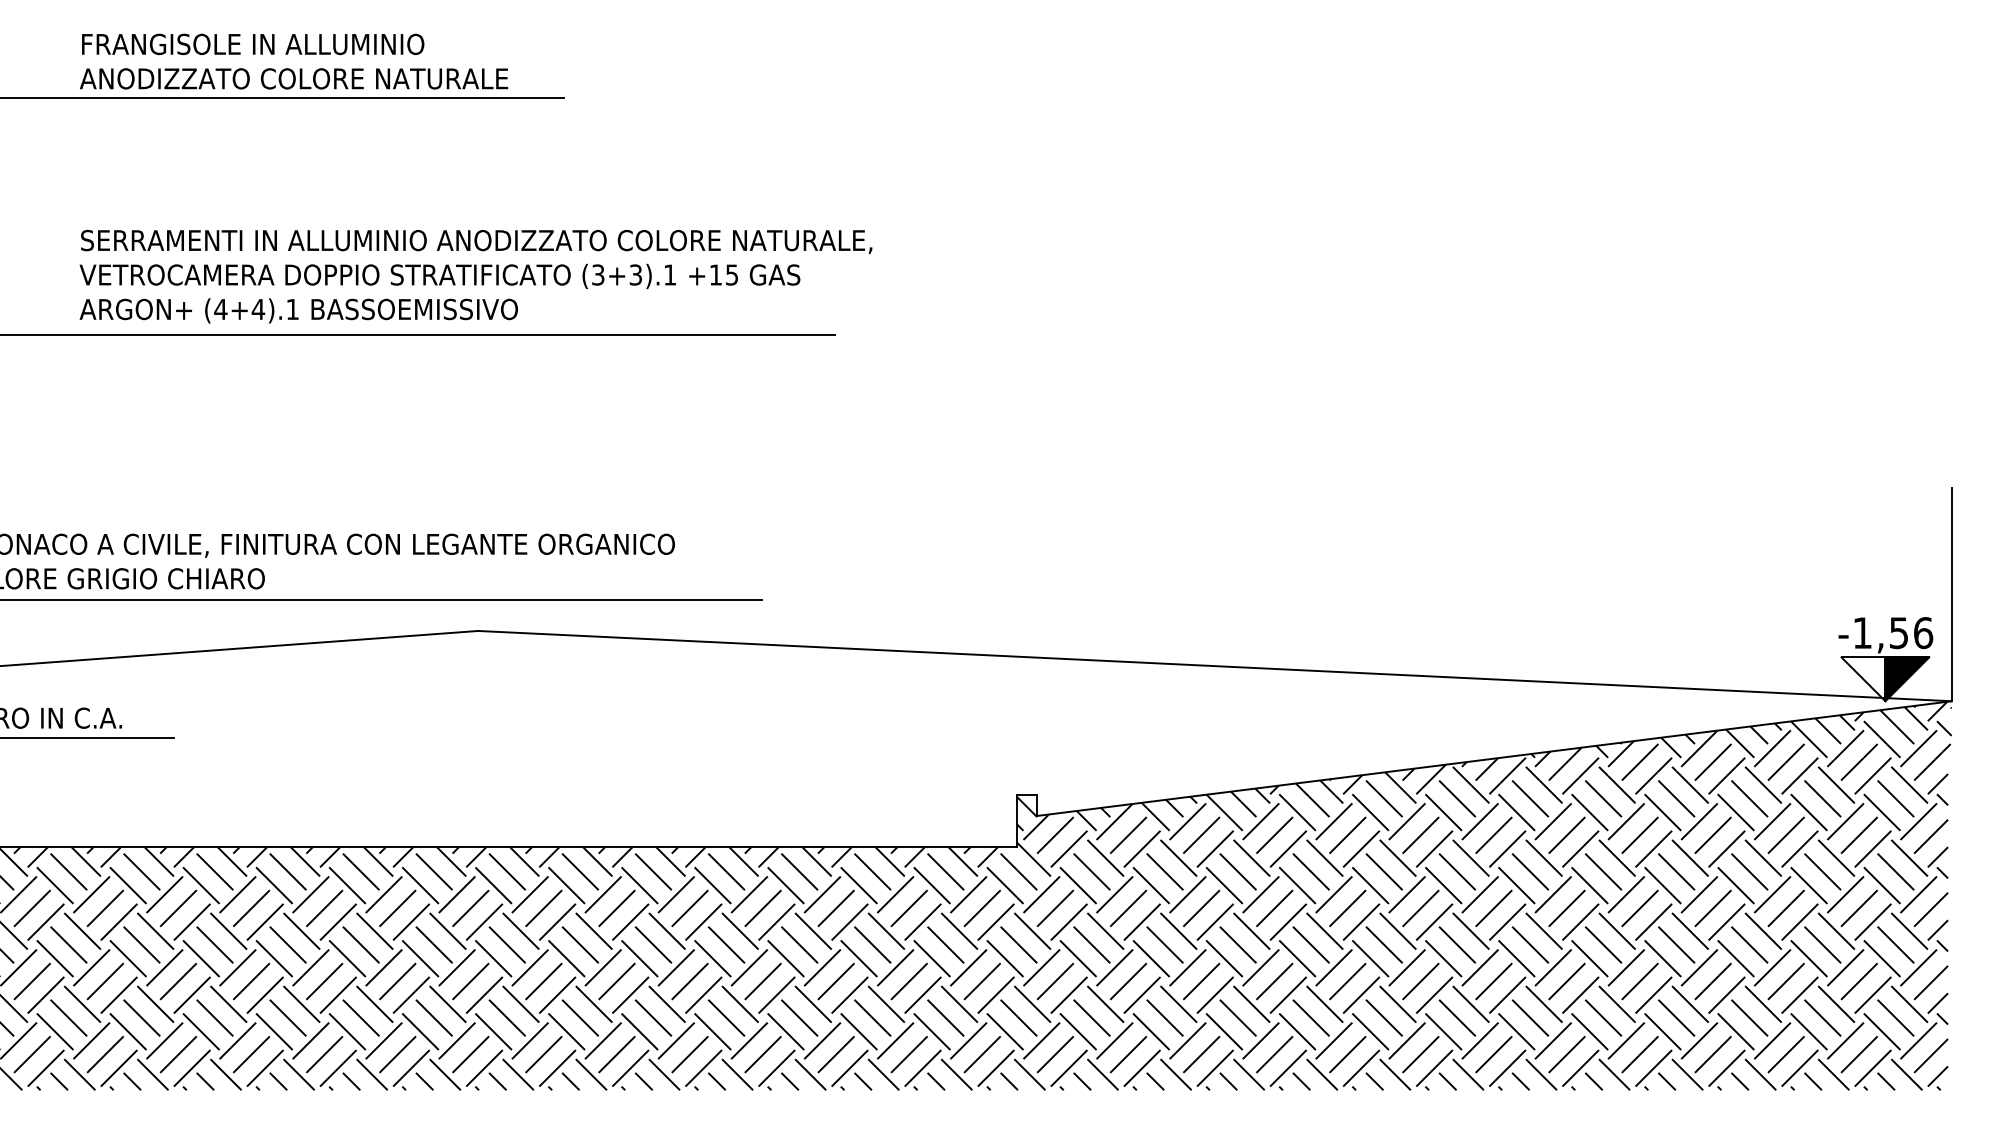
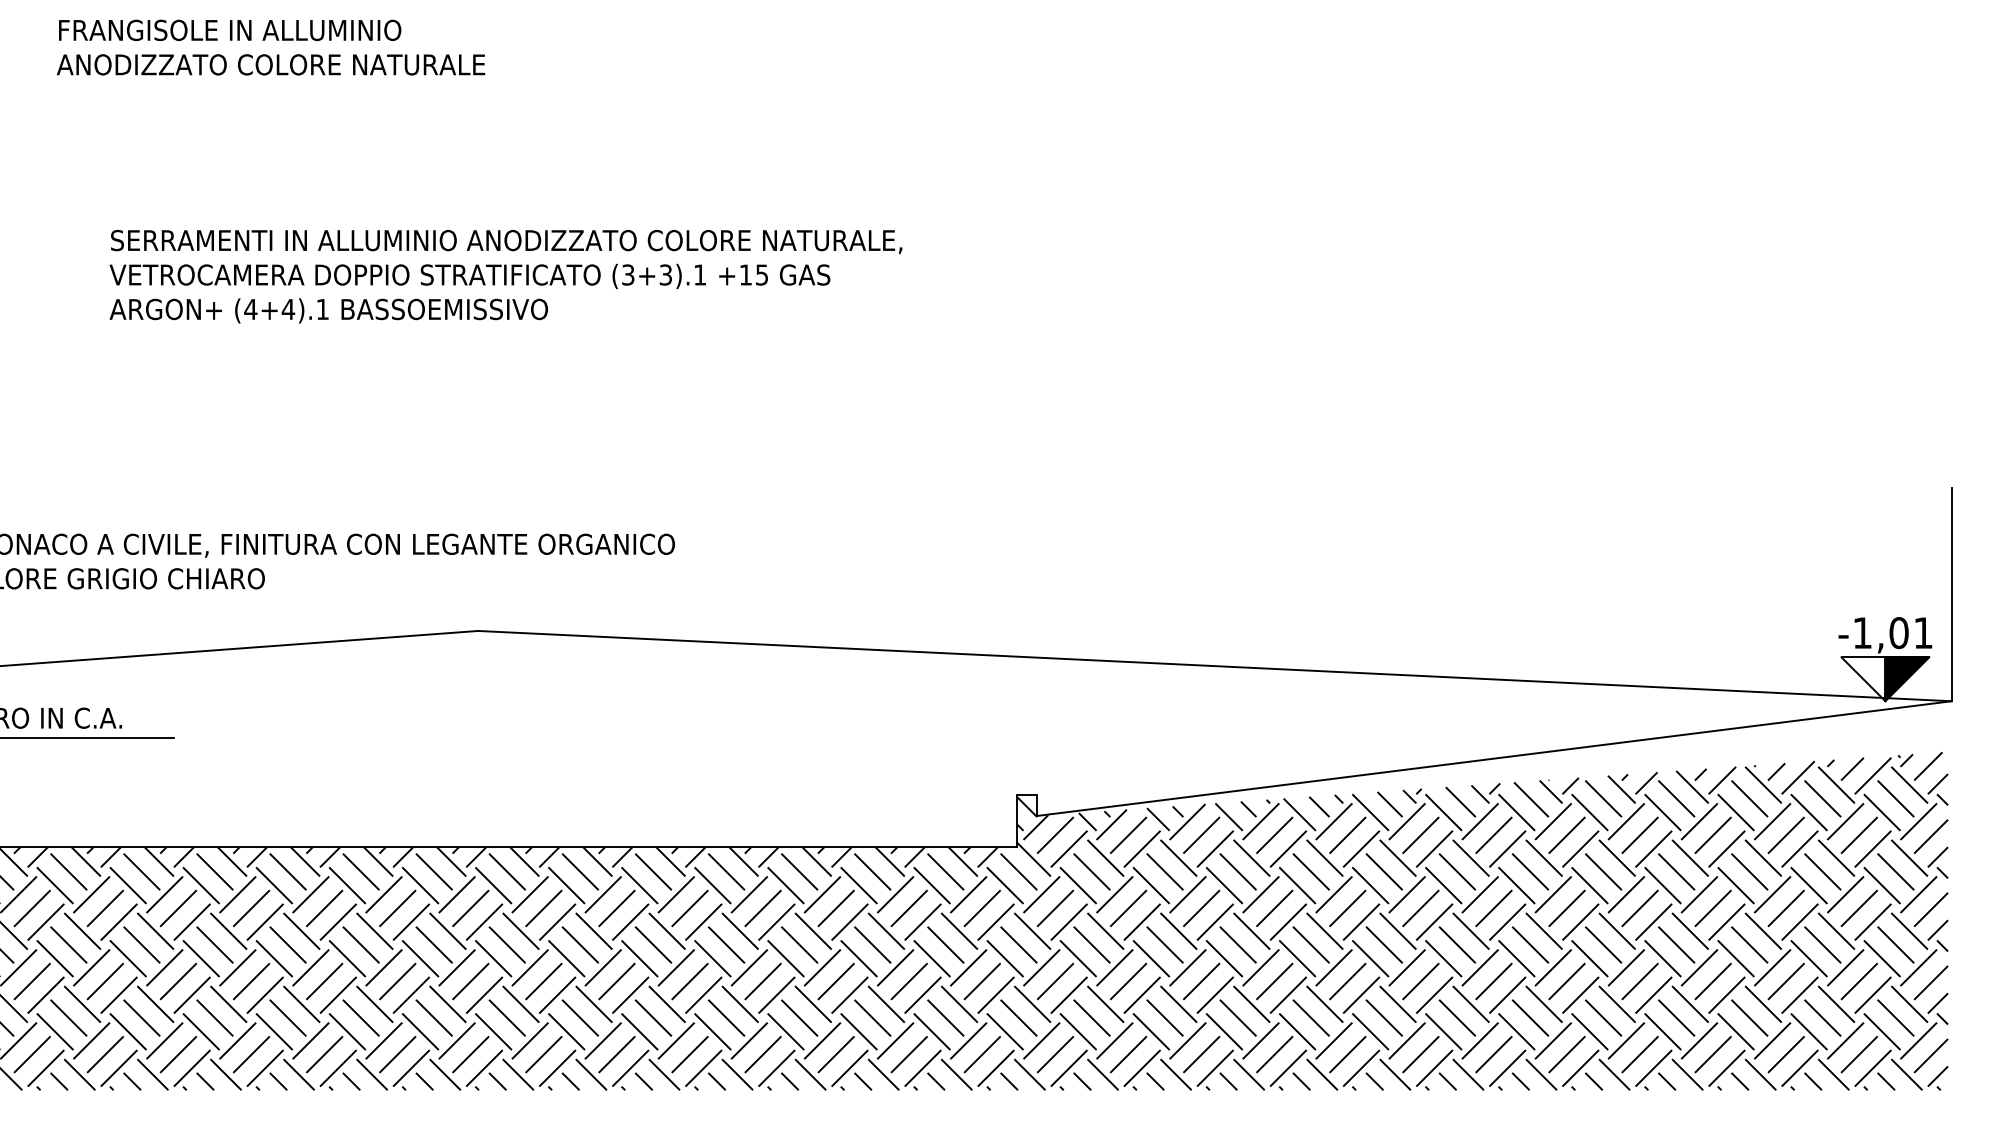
text at (294, 61) position: (294, 61) -> (271, 47)
line at (282, 97): present -> none
text at (475, 276) position: (475, 276) -> (505, 276)
line at (418, 334): present -> none
line at (382, 599): present -> none
text at (1911, 633): -1,56 -> -1,01
hatch at (1499, 758): present -> none
